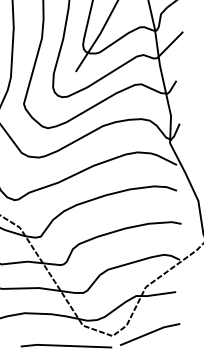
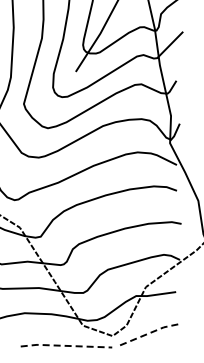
line at (150, 332): solid -> dashed
line at (65, 345): solid -> dashed
